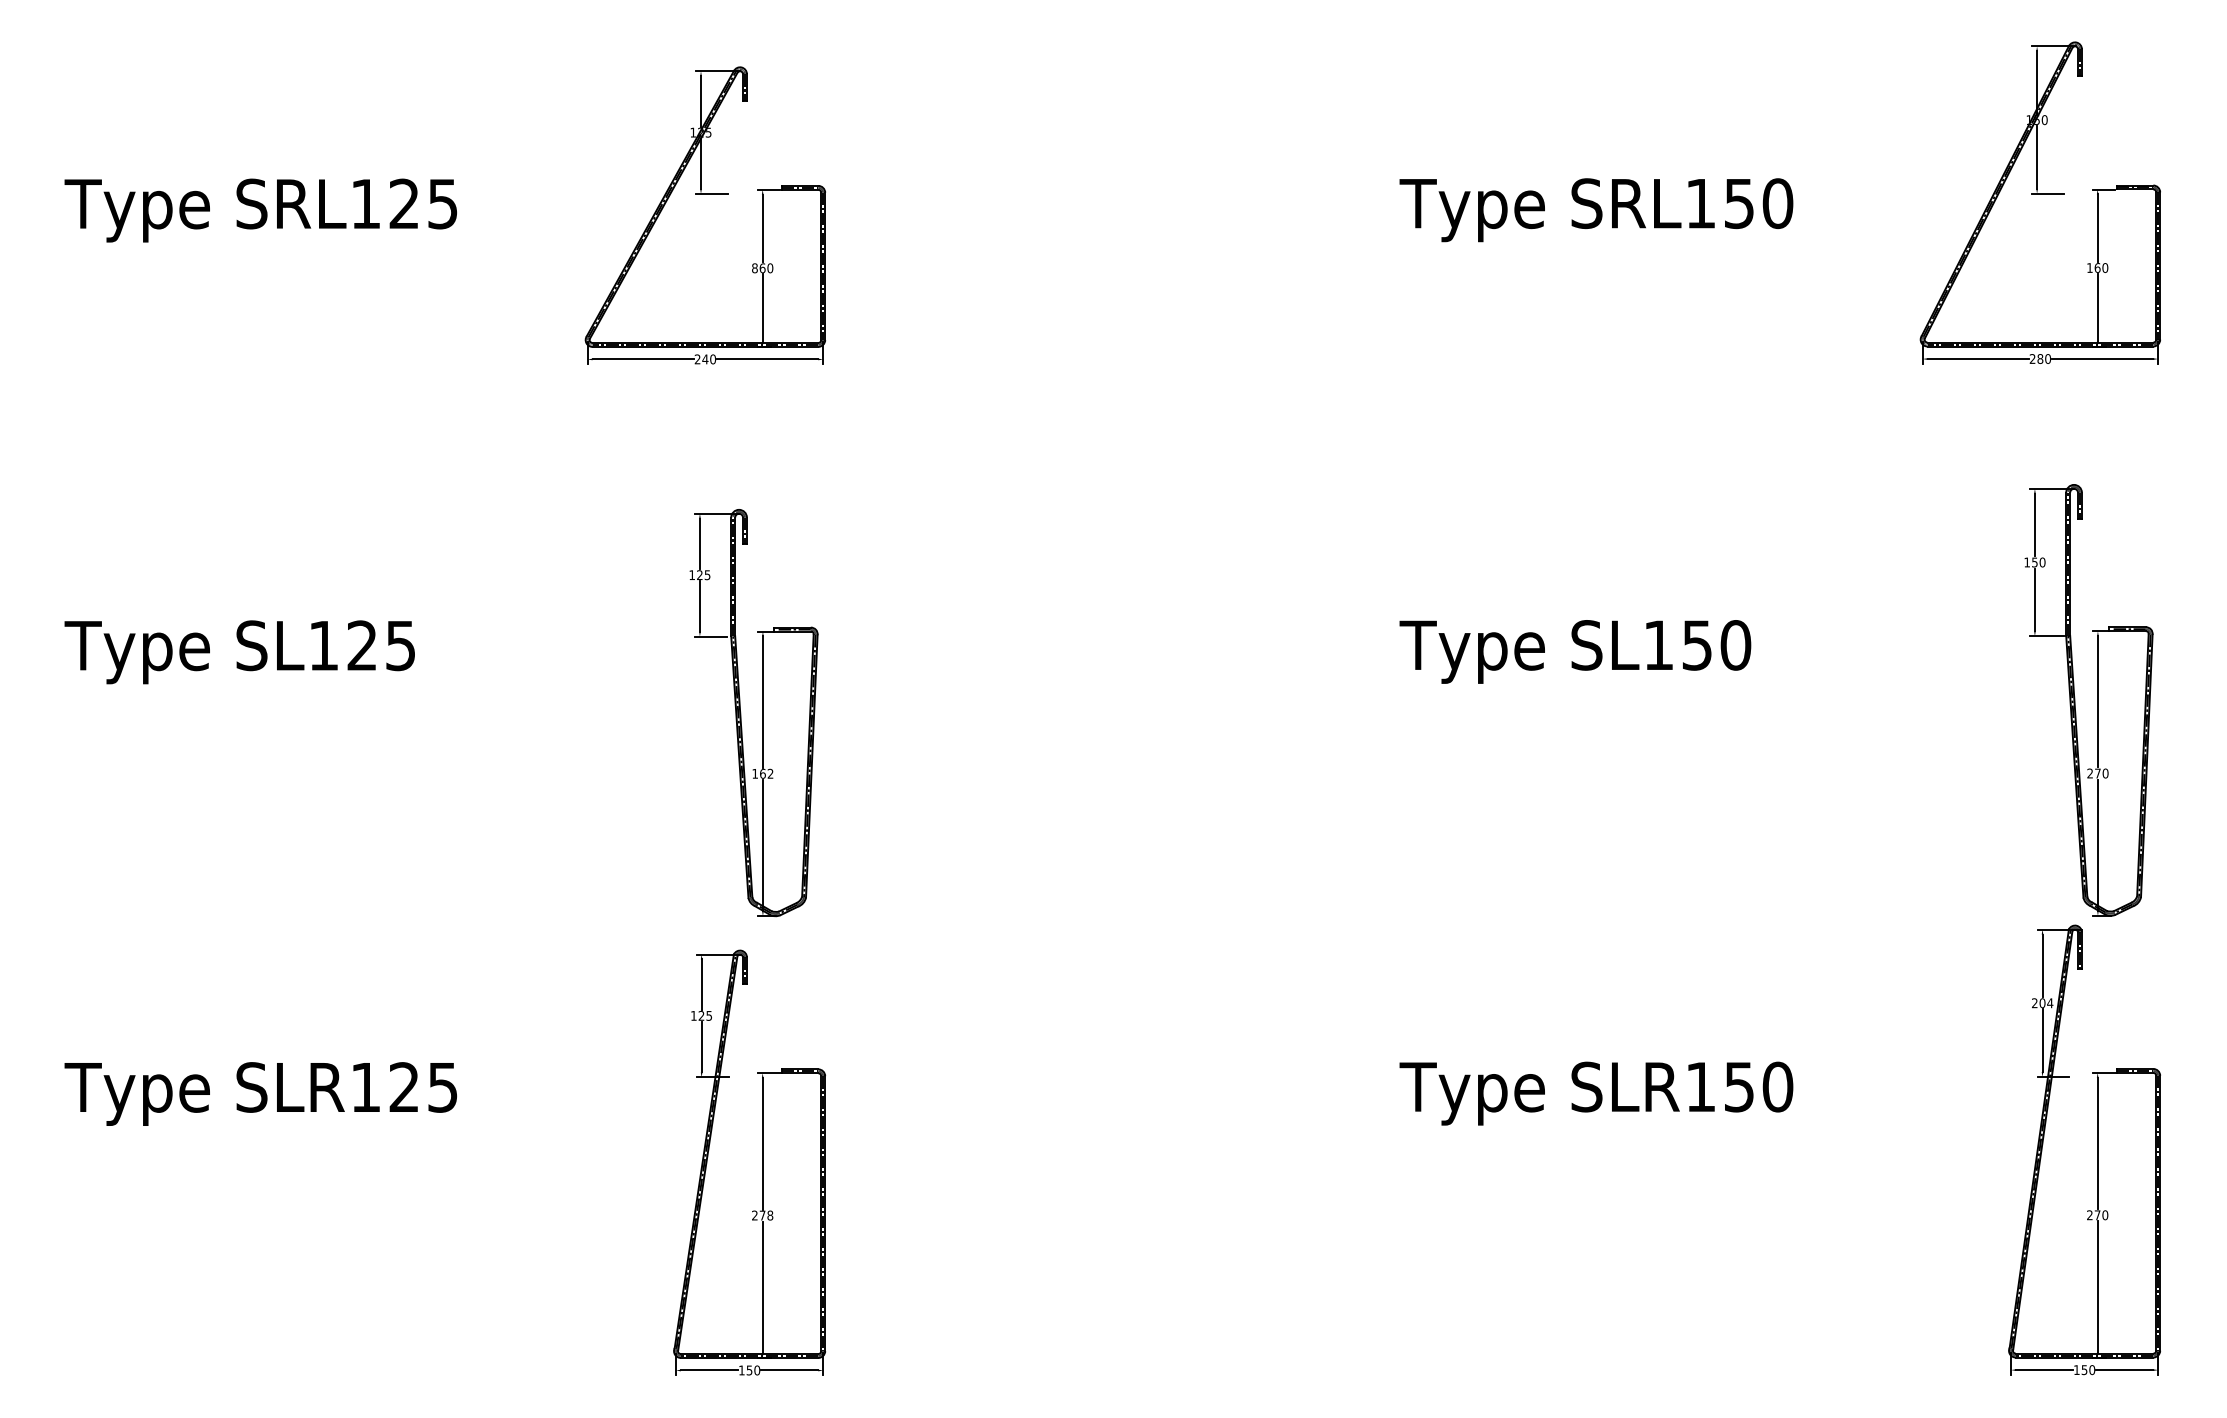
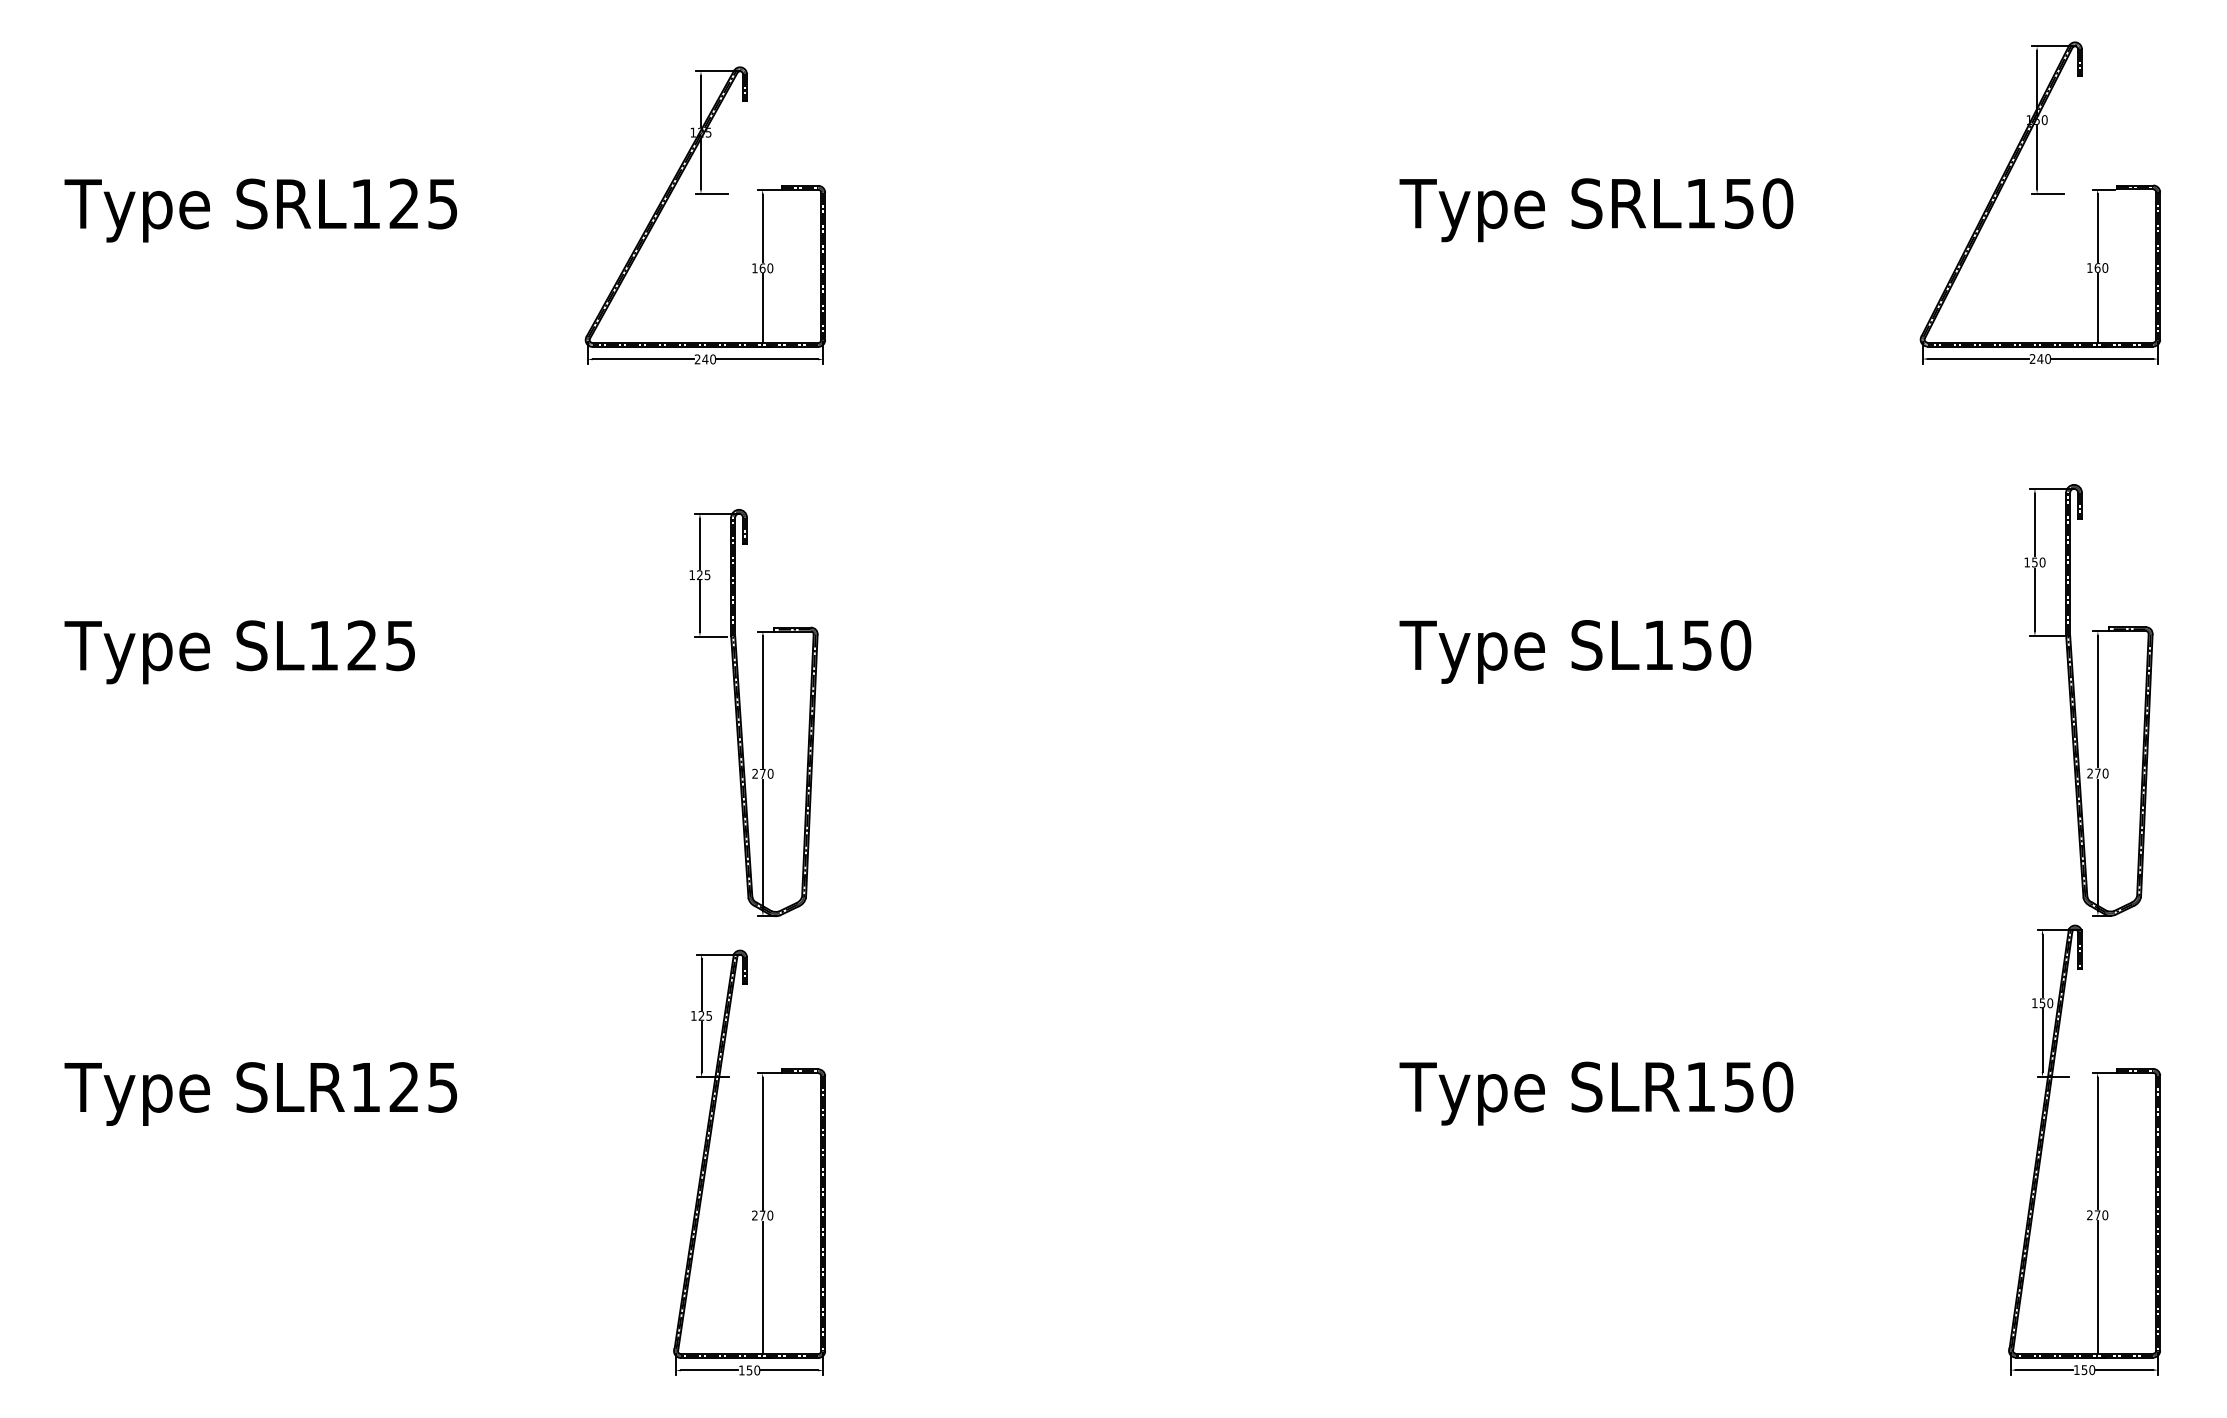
text at (754, 268): 860 -> 160
text at (2040, 358): 280 -> 240
text at (762, 773): 162 -> 270
text at (2042, 1003): 204 -> 150
text at (770, 1215): 278 -> 270
